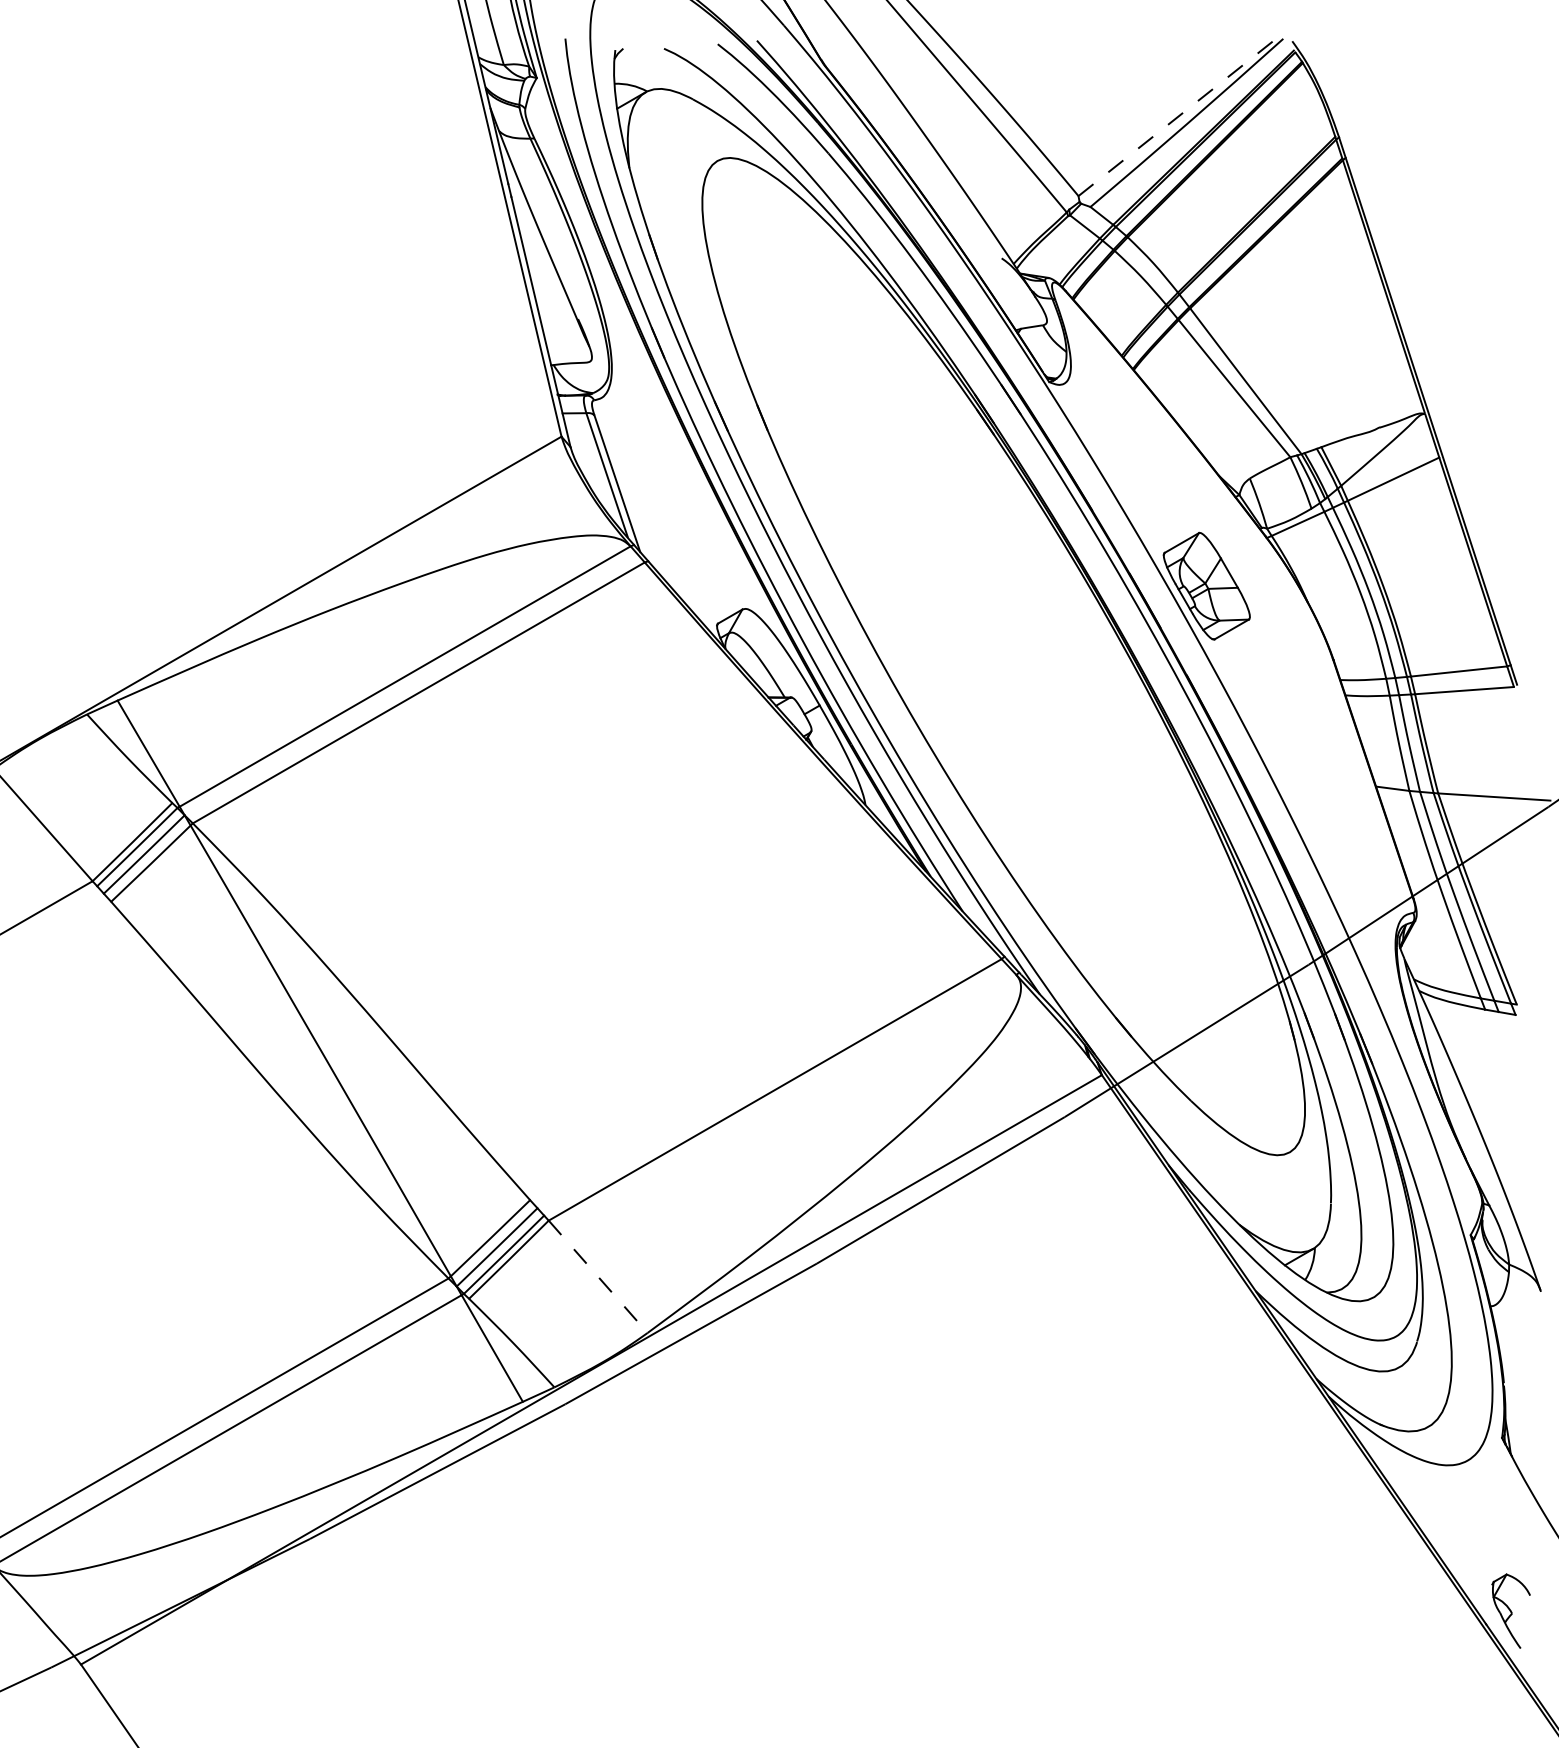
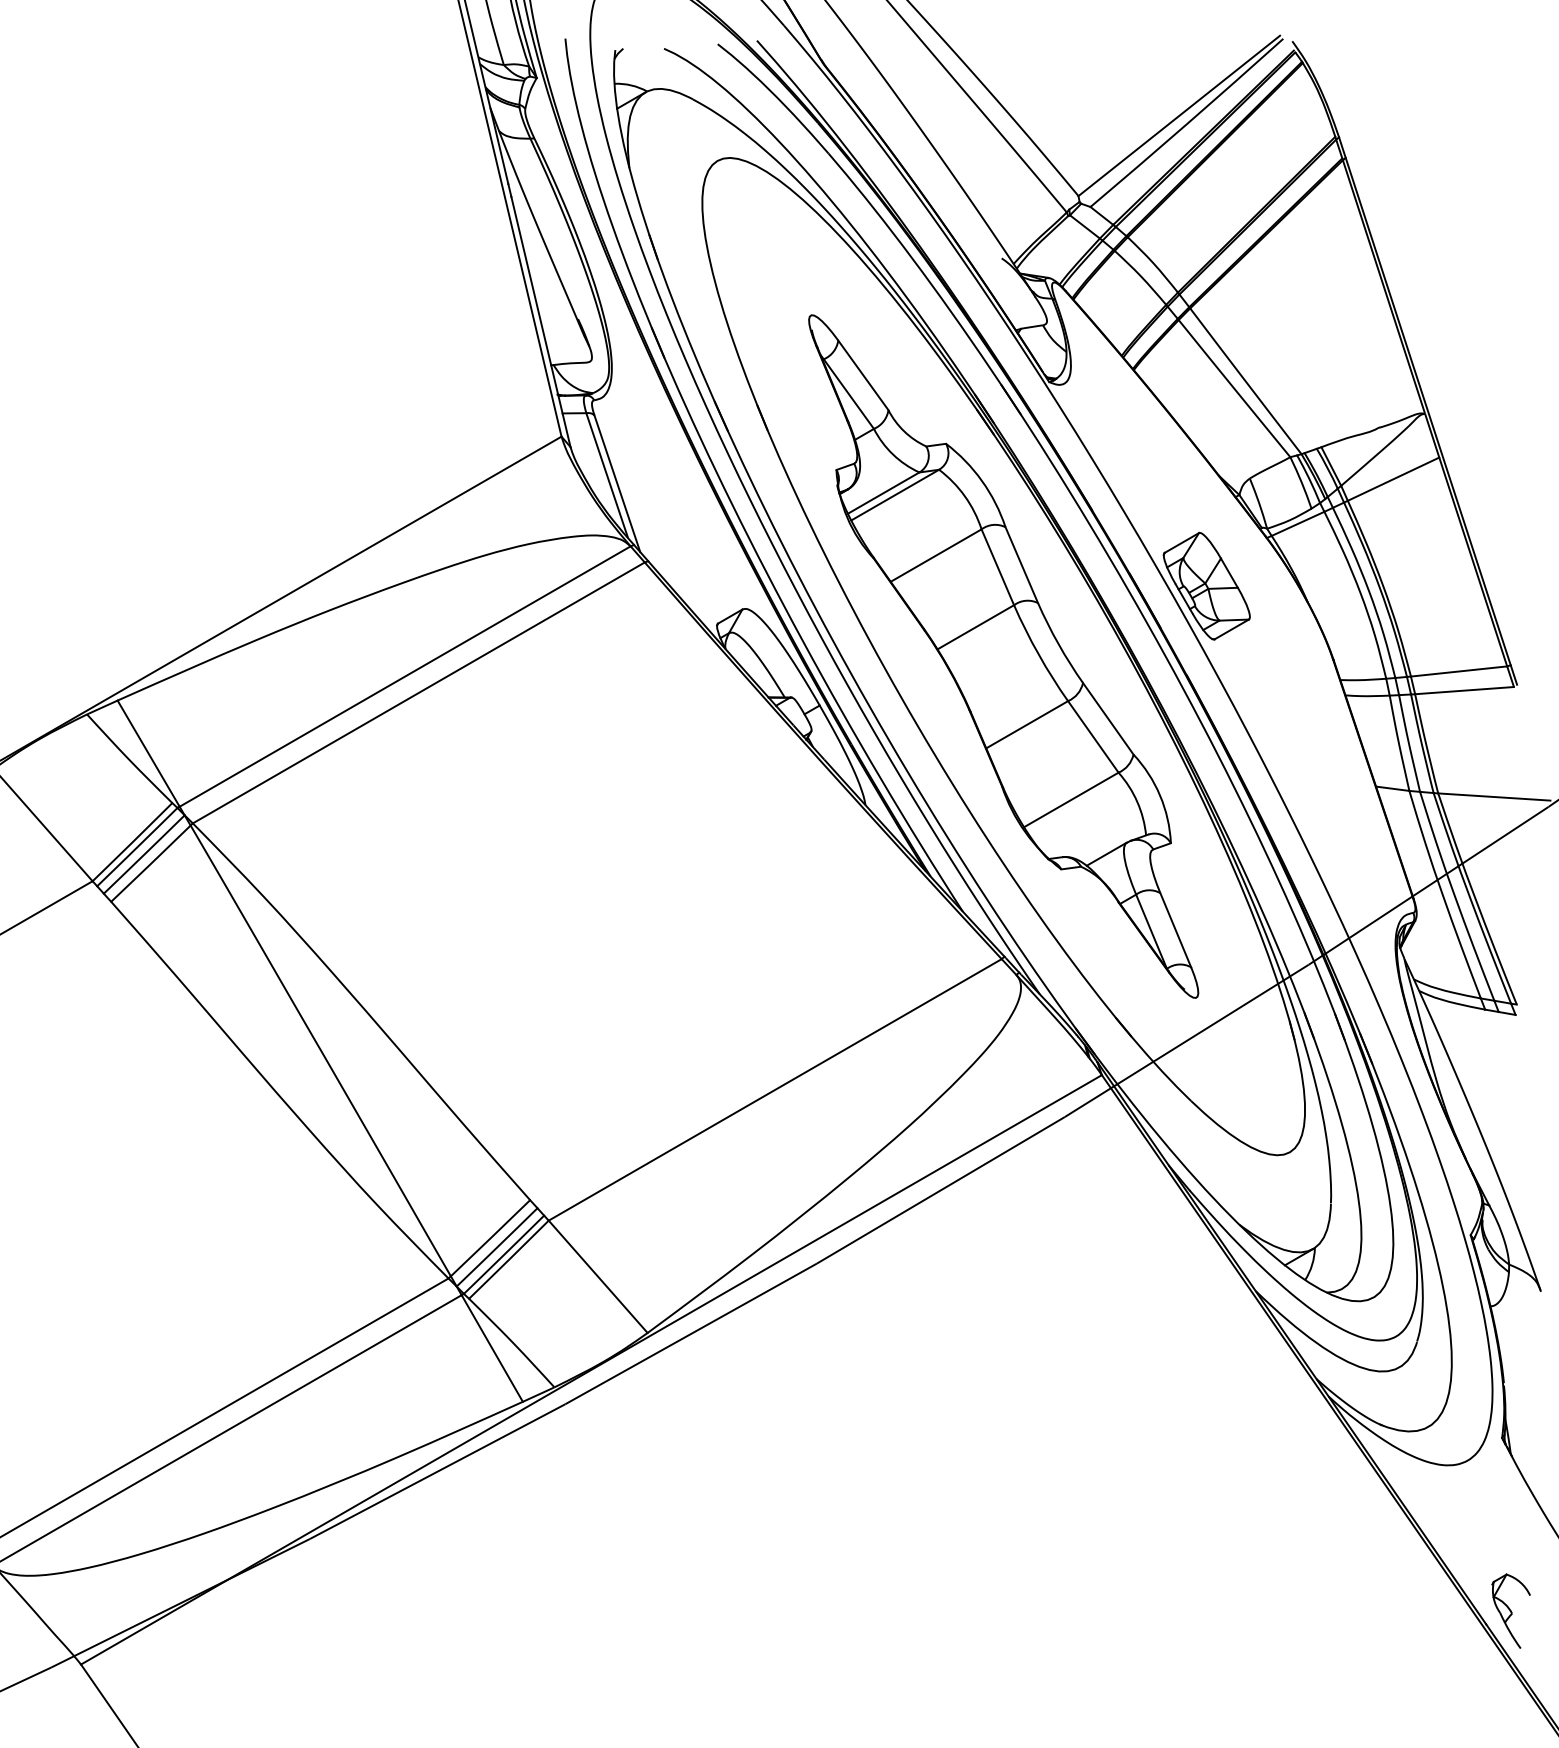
line at (1179, 115): dashed -> solid
part at (1003, 656): none -> present
line at (598, 1276): dashed -> solid
